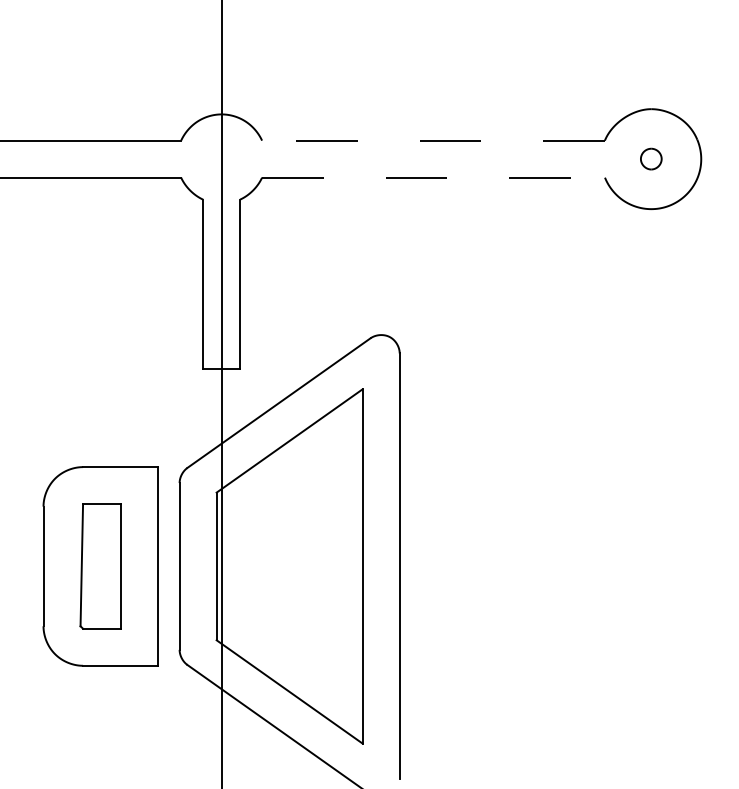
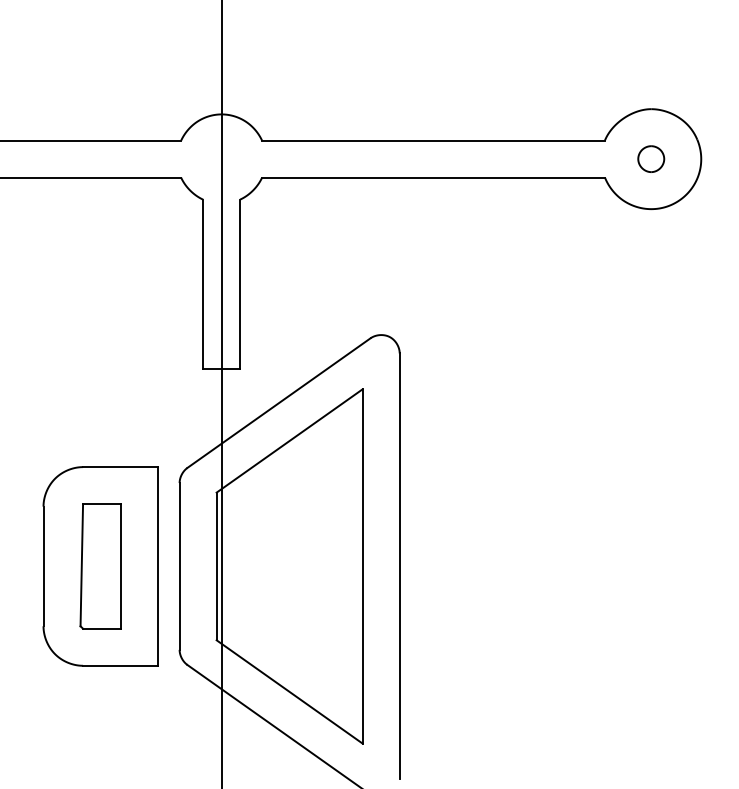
line at (433, 140): dashed -> solid
part at (651, 158) size: 23x24 px -> 29x28 px
line at (434, 177): dashed -> solid
